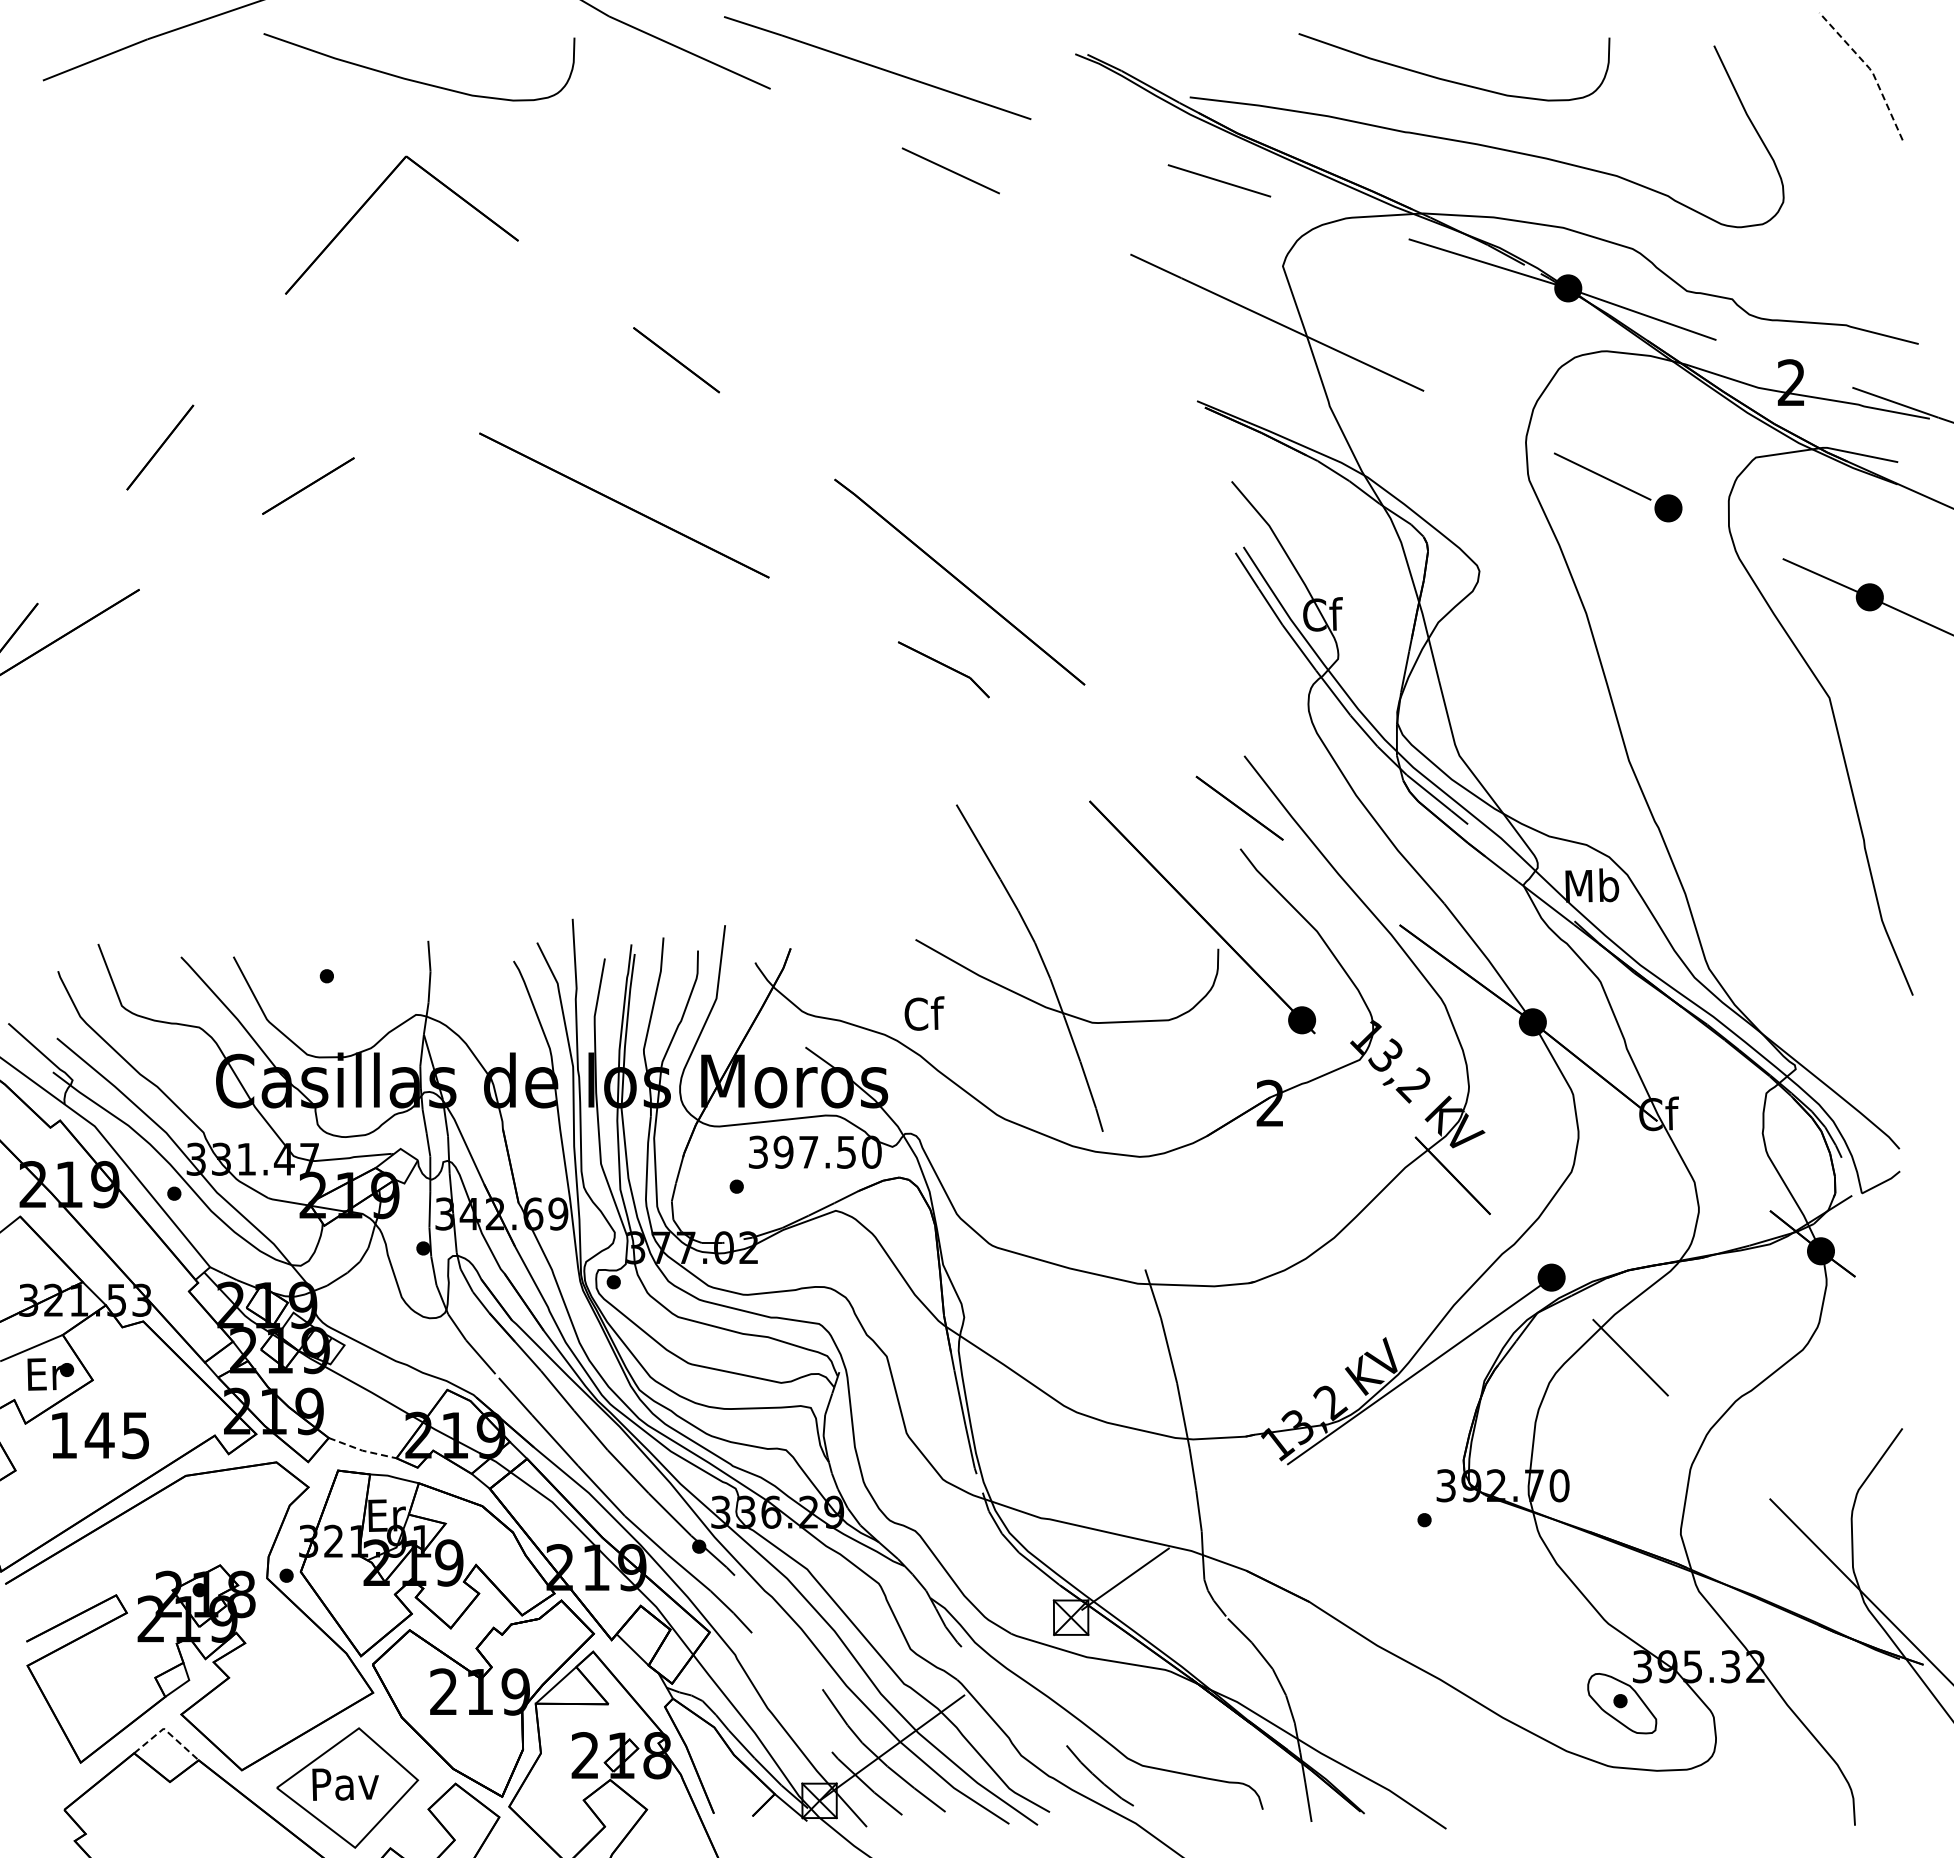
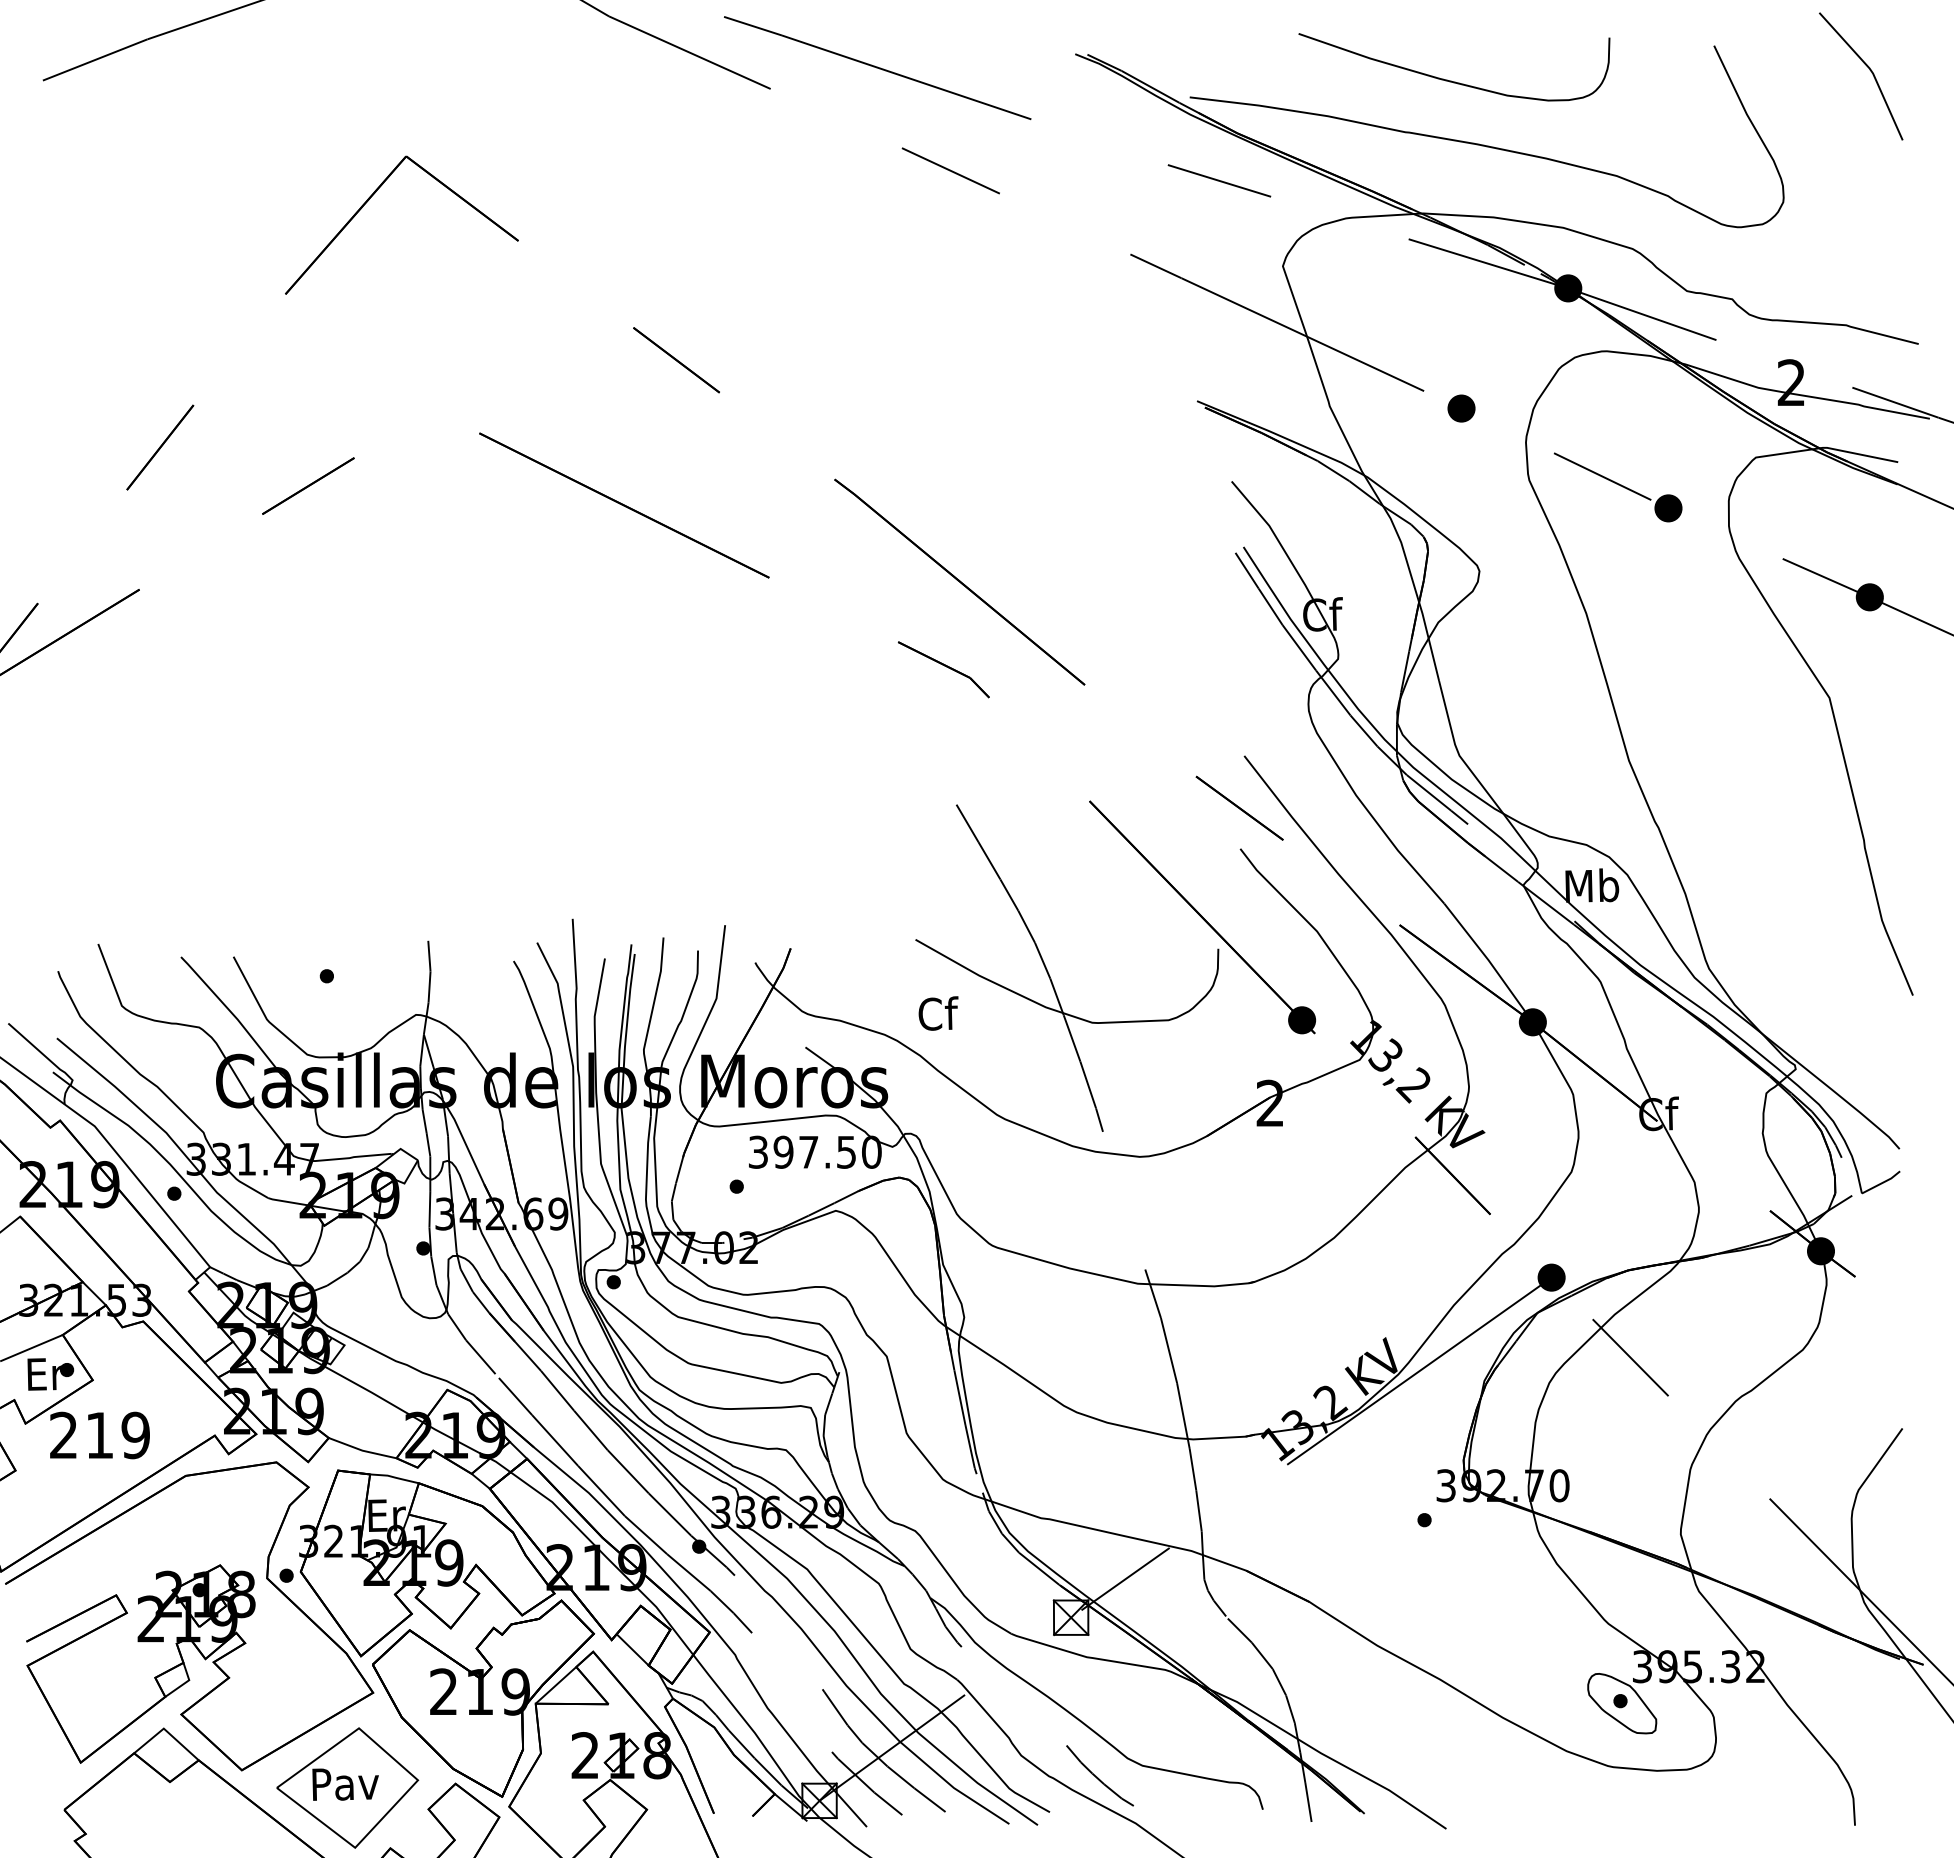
line at (1871, 70): dashed -> solid
curve at (416, 80): present -> none
part at (1461, 408): none -> present
text at (924, 1013) position: (924, 1013) -> (938, 1013)
text at (99, 1435): 145 -> 219
line at (362, 1450): dashed -> solid
line at (166, 1731): dashed -> solid
